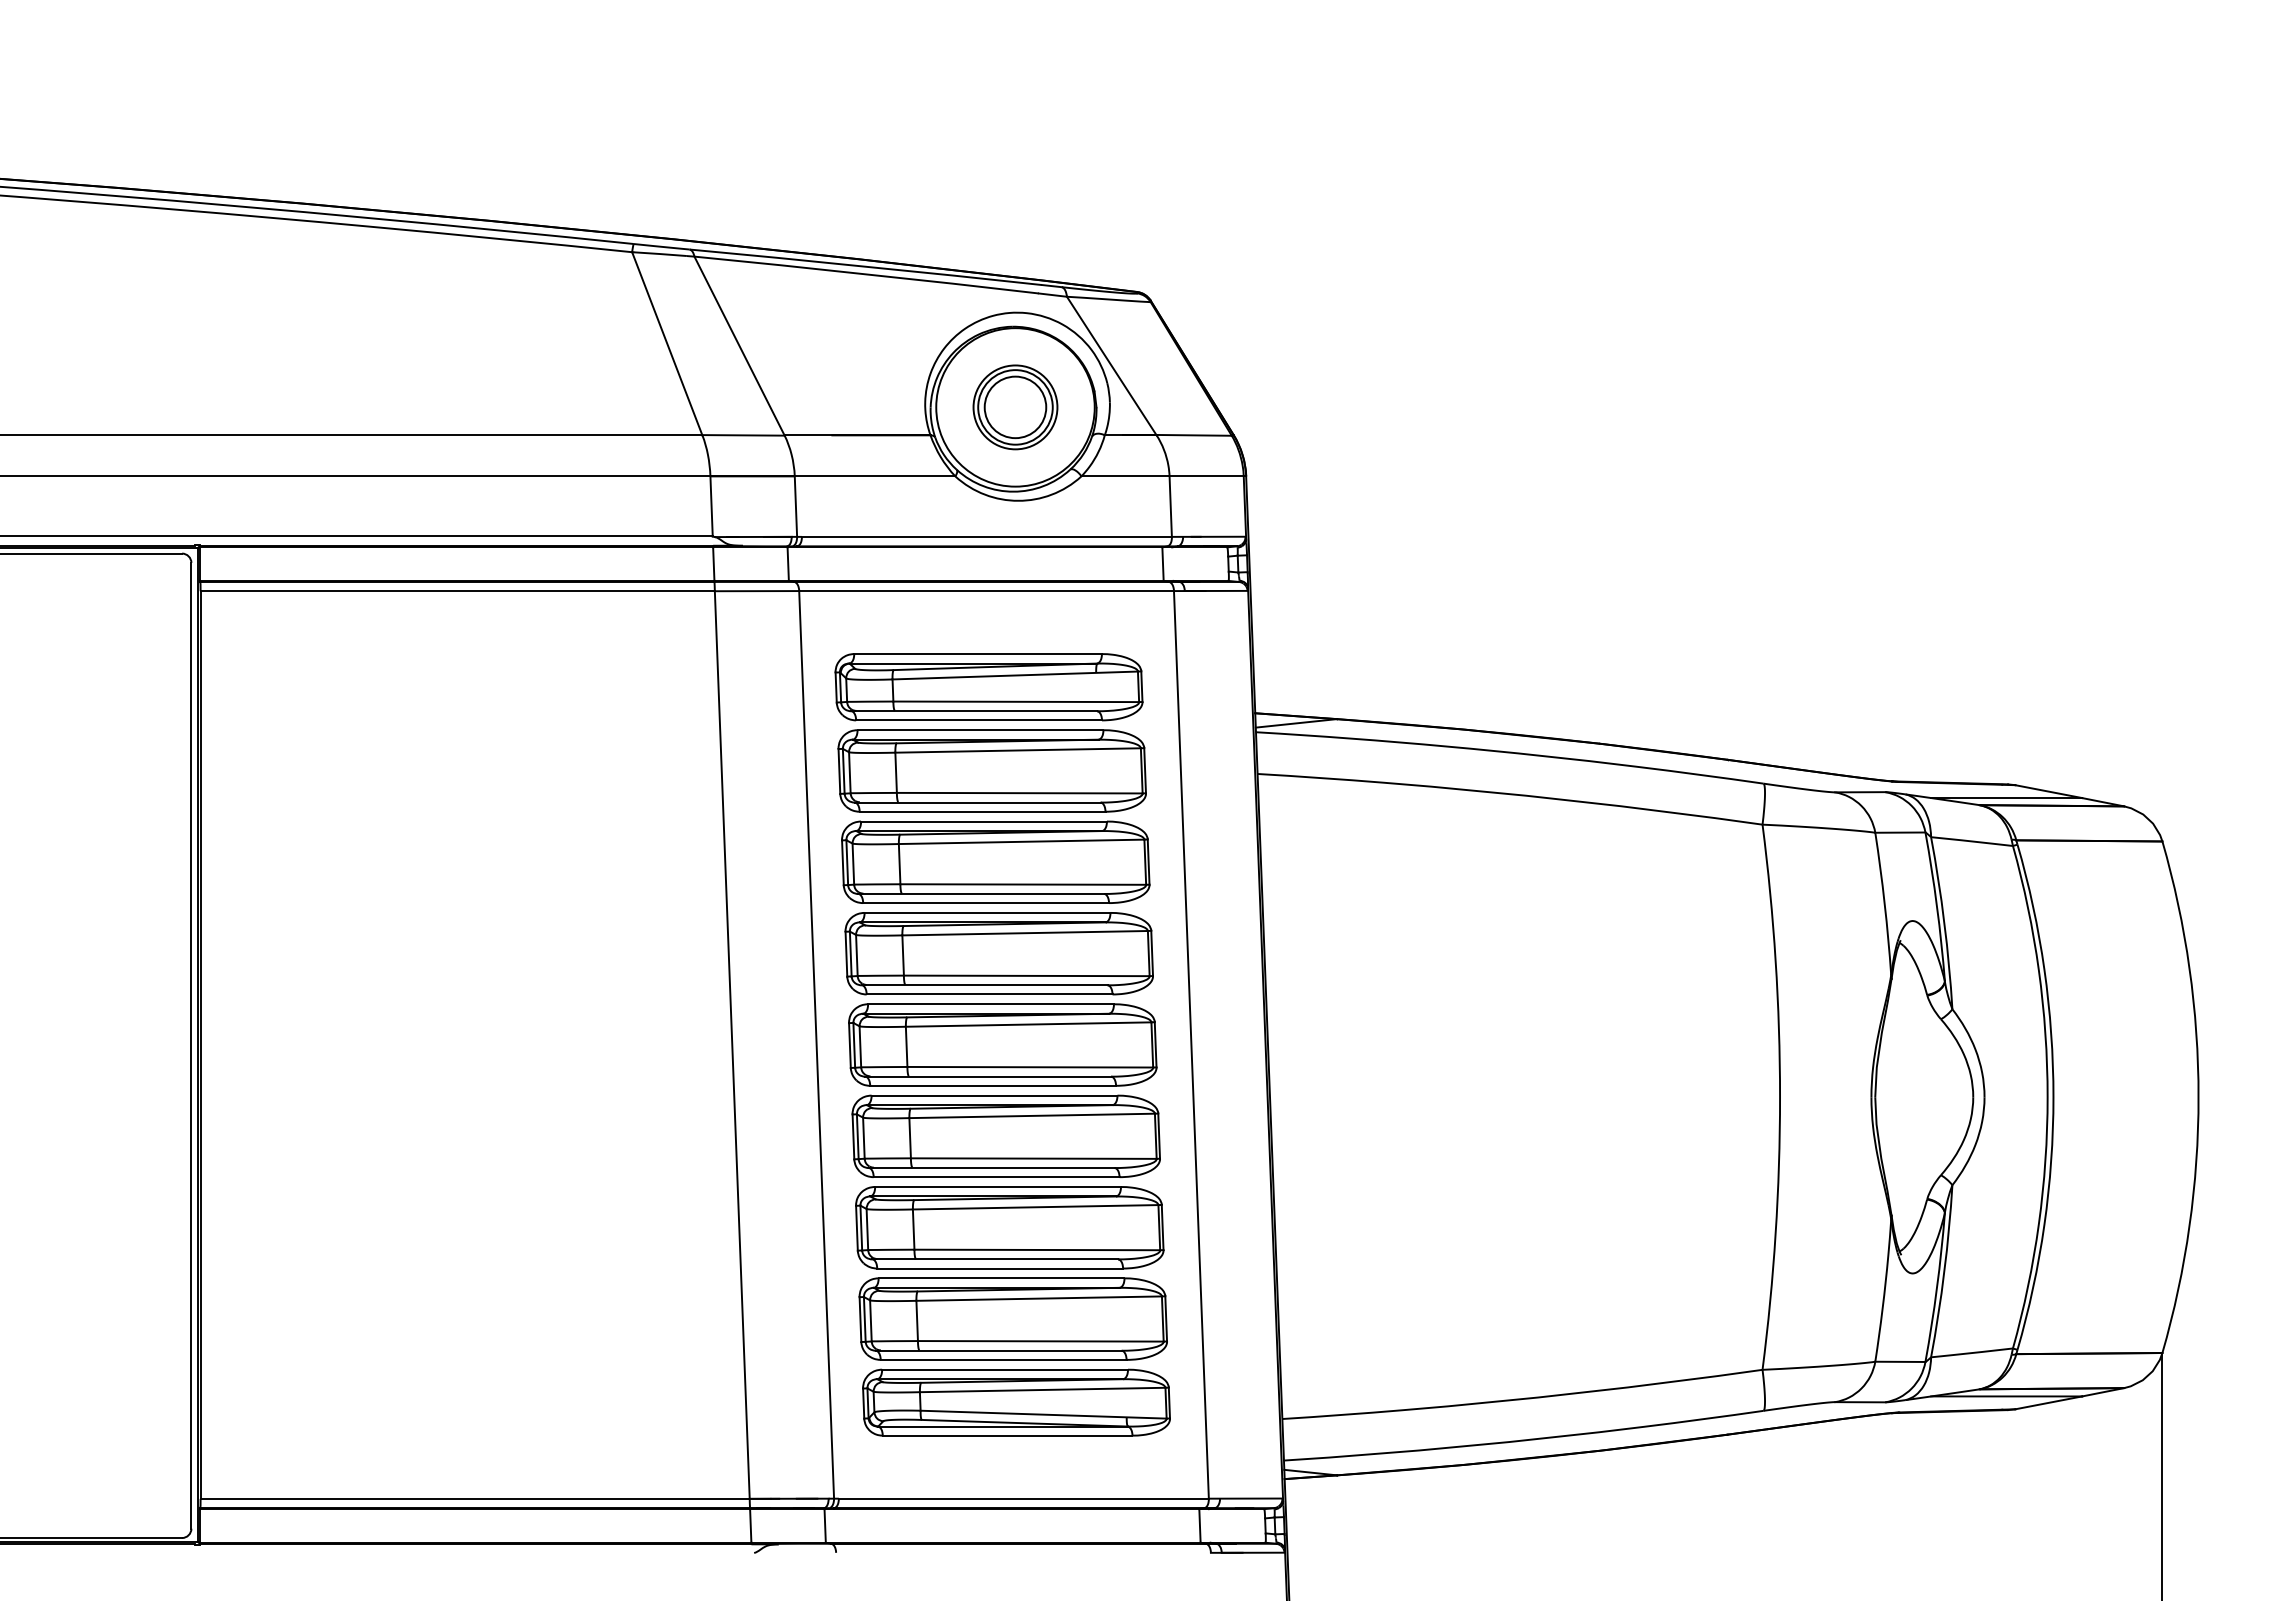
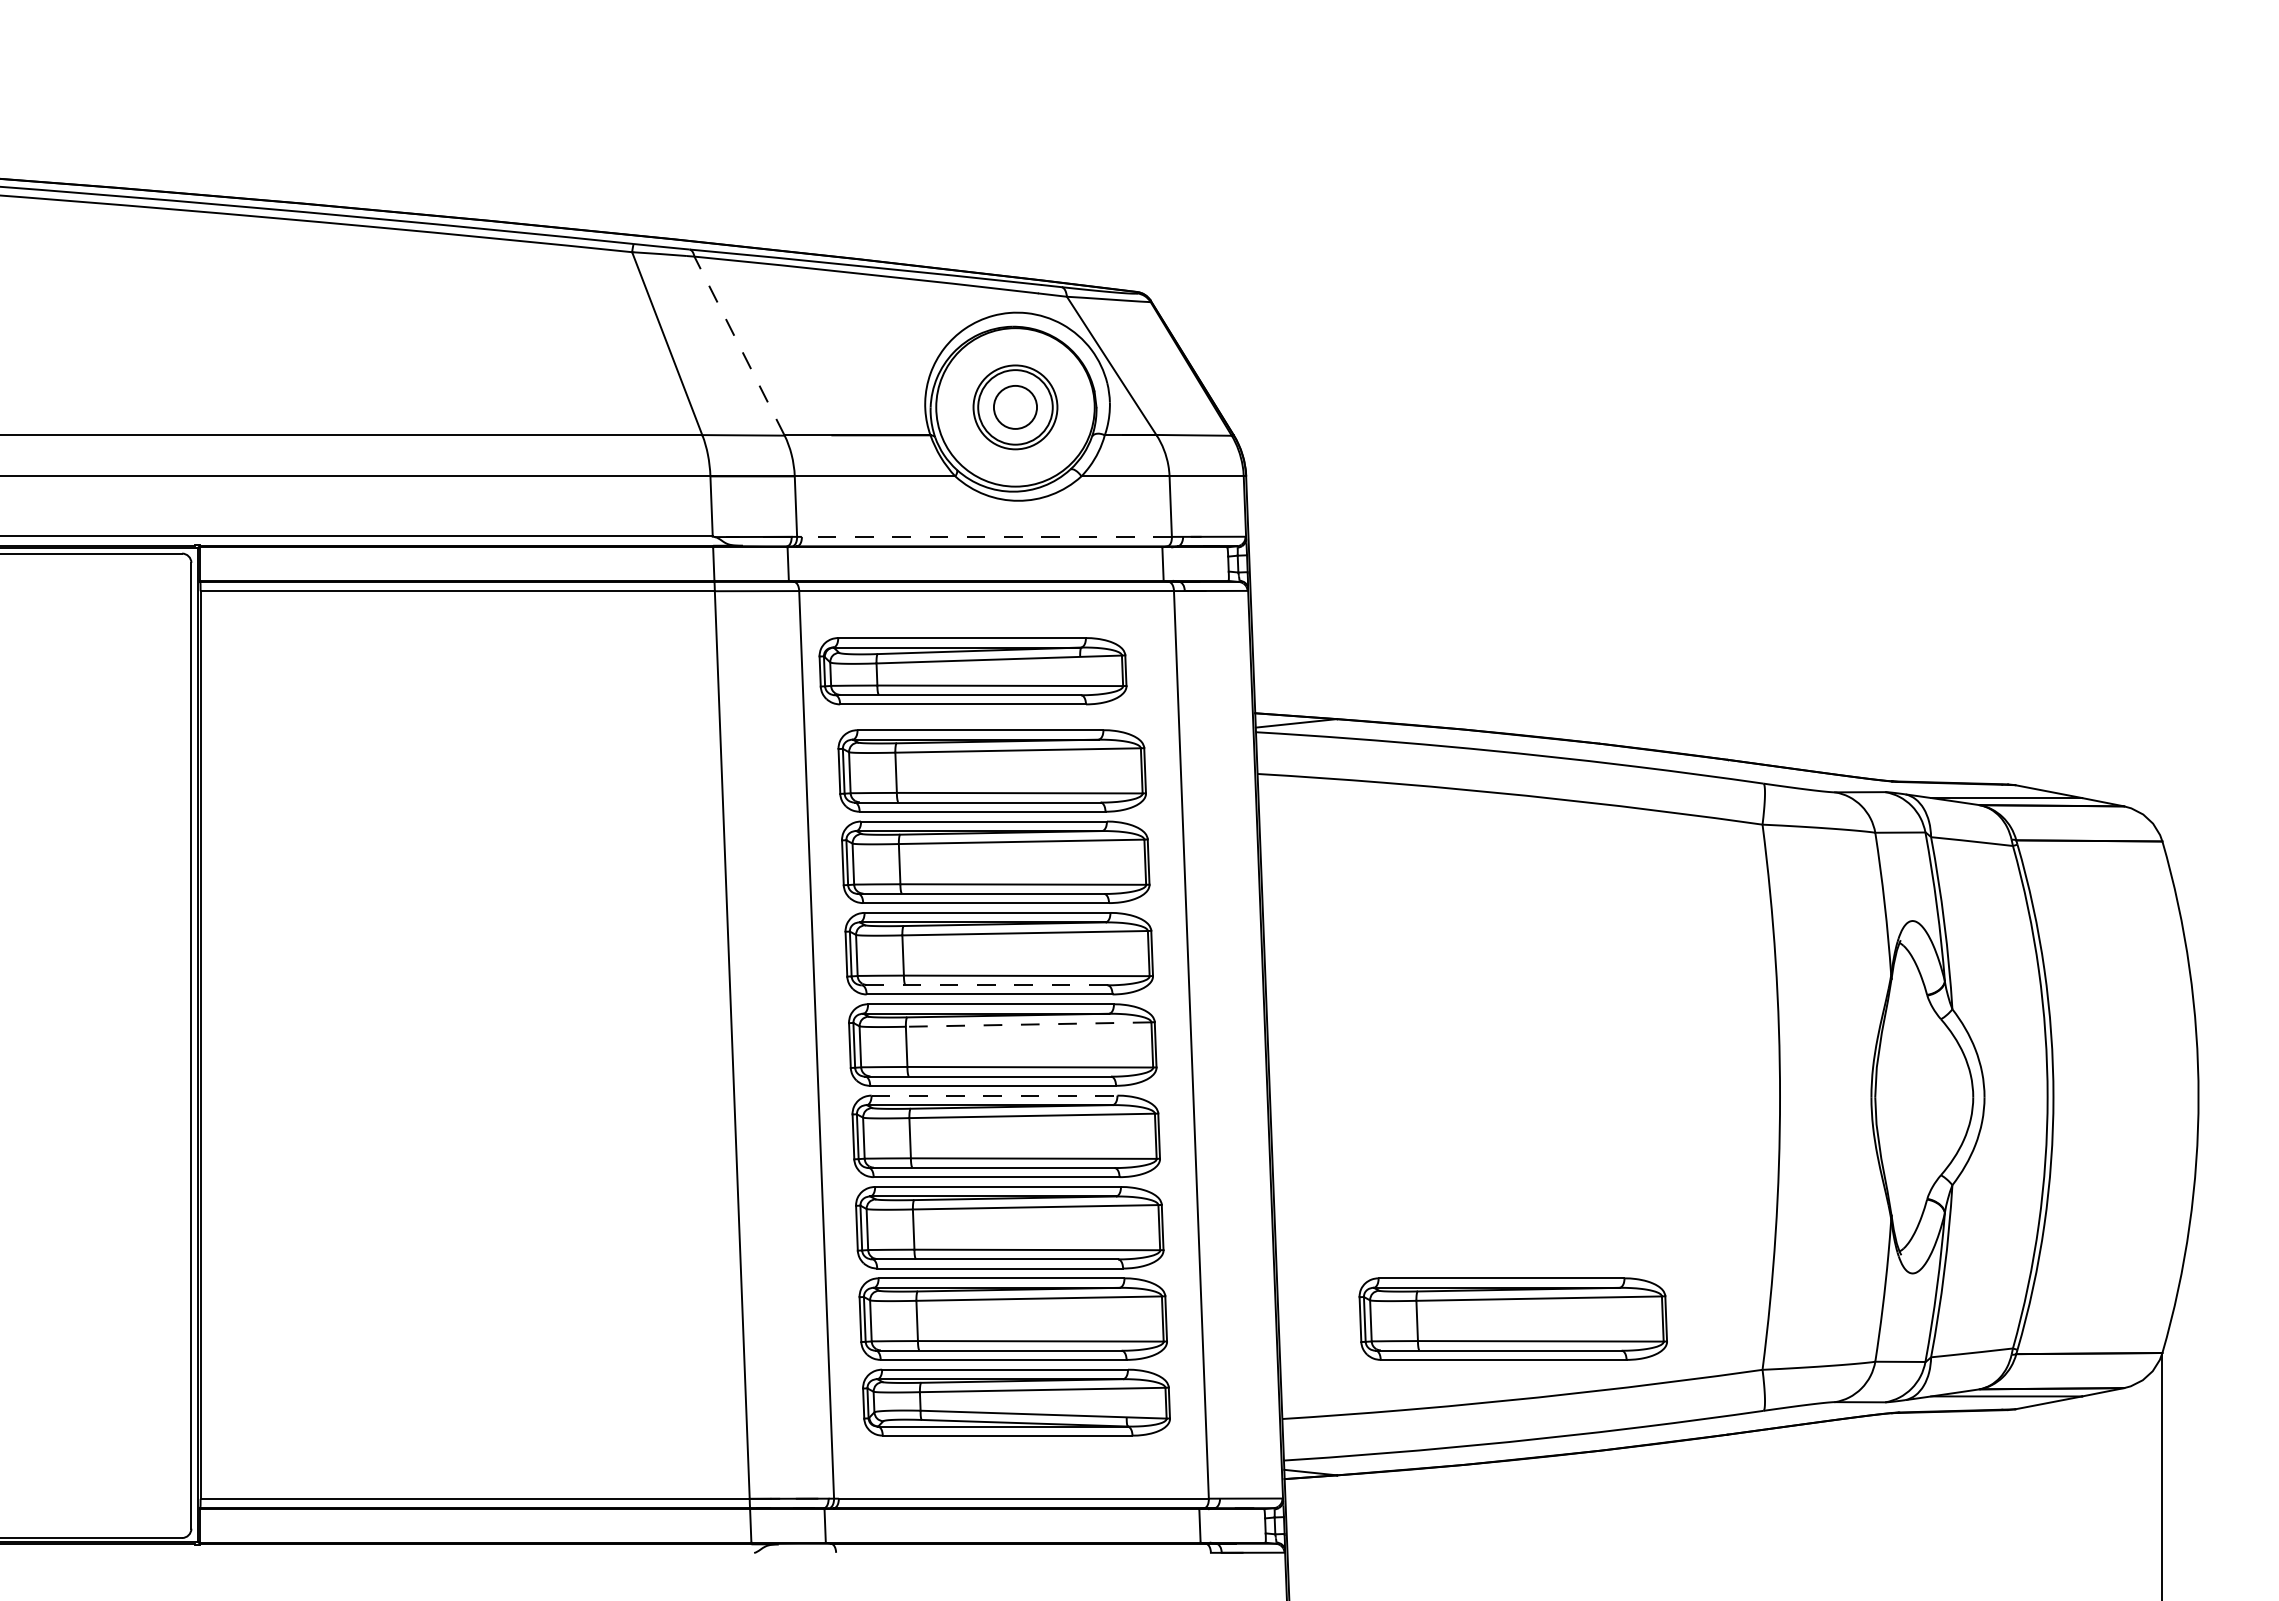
line at (739, 345): solid -> dashed
circle at (1015, 407) diameter: 62 px -> 43 px
line at (986, 536): solid -> dashed
part at (988, 687) position: (988, 687) -> (972, 671)
line at (984, 985): solid -> dashed
line at (1028, 1024): solid -> dashed
line at (994, 1095): solid -> dashed
part at (1512, 1318): none -> present
